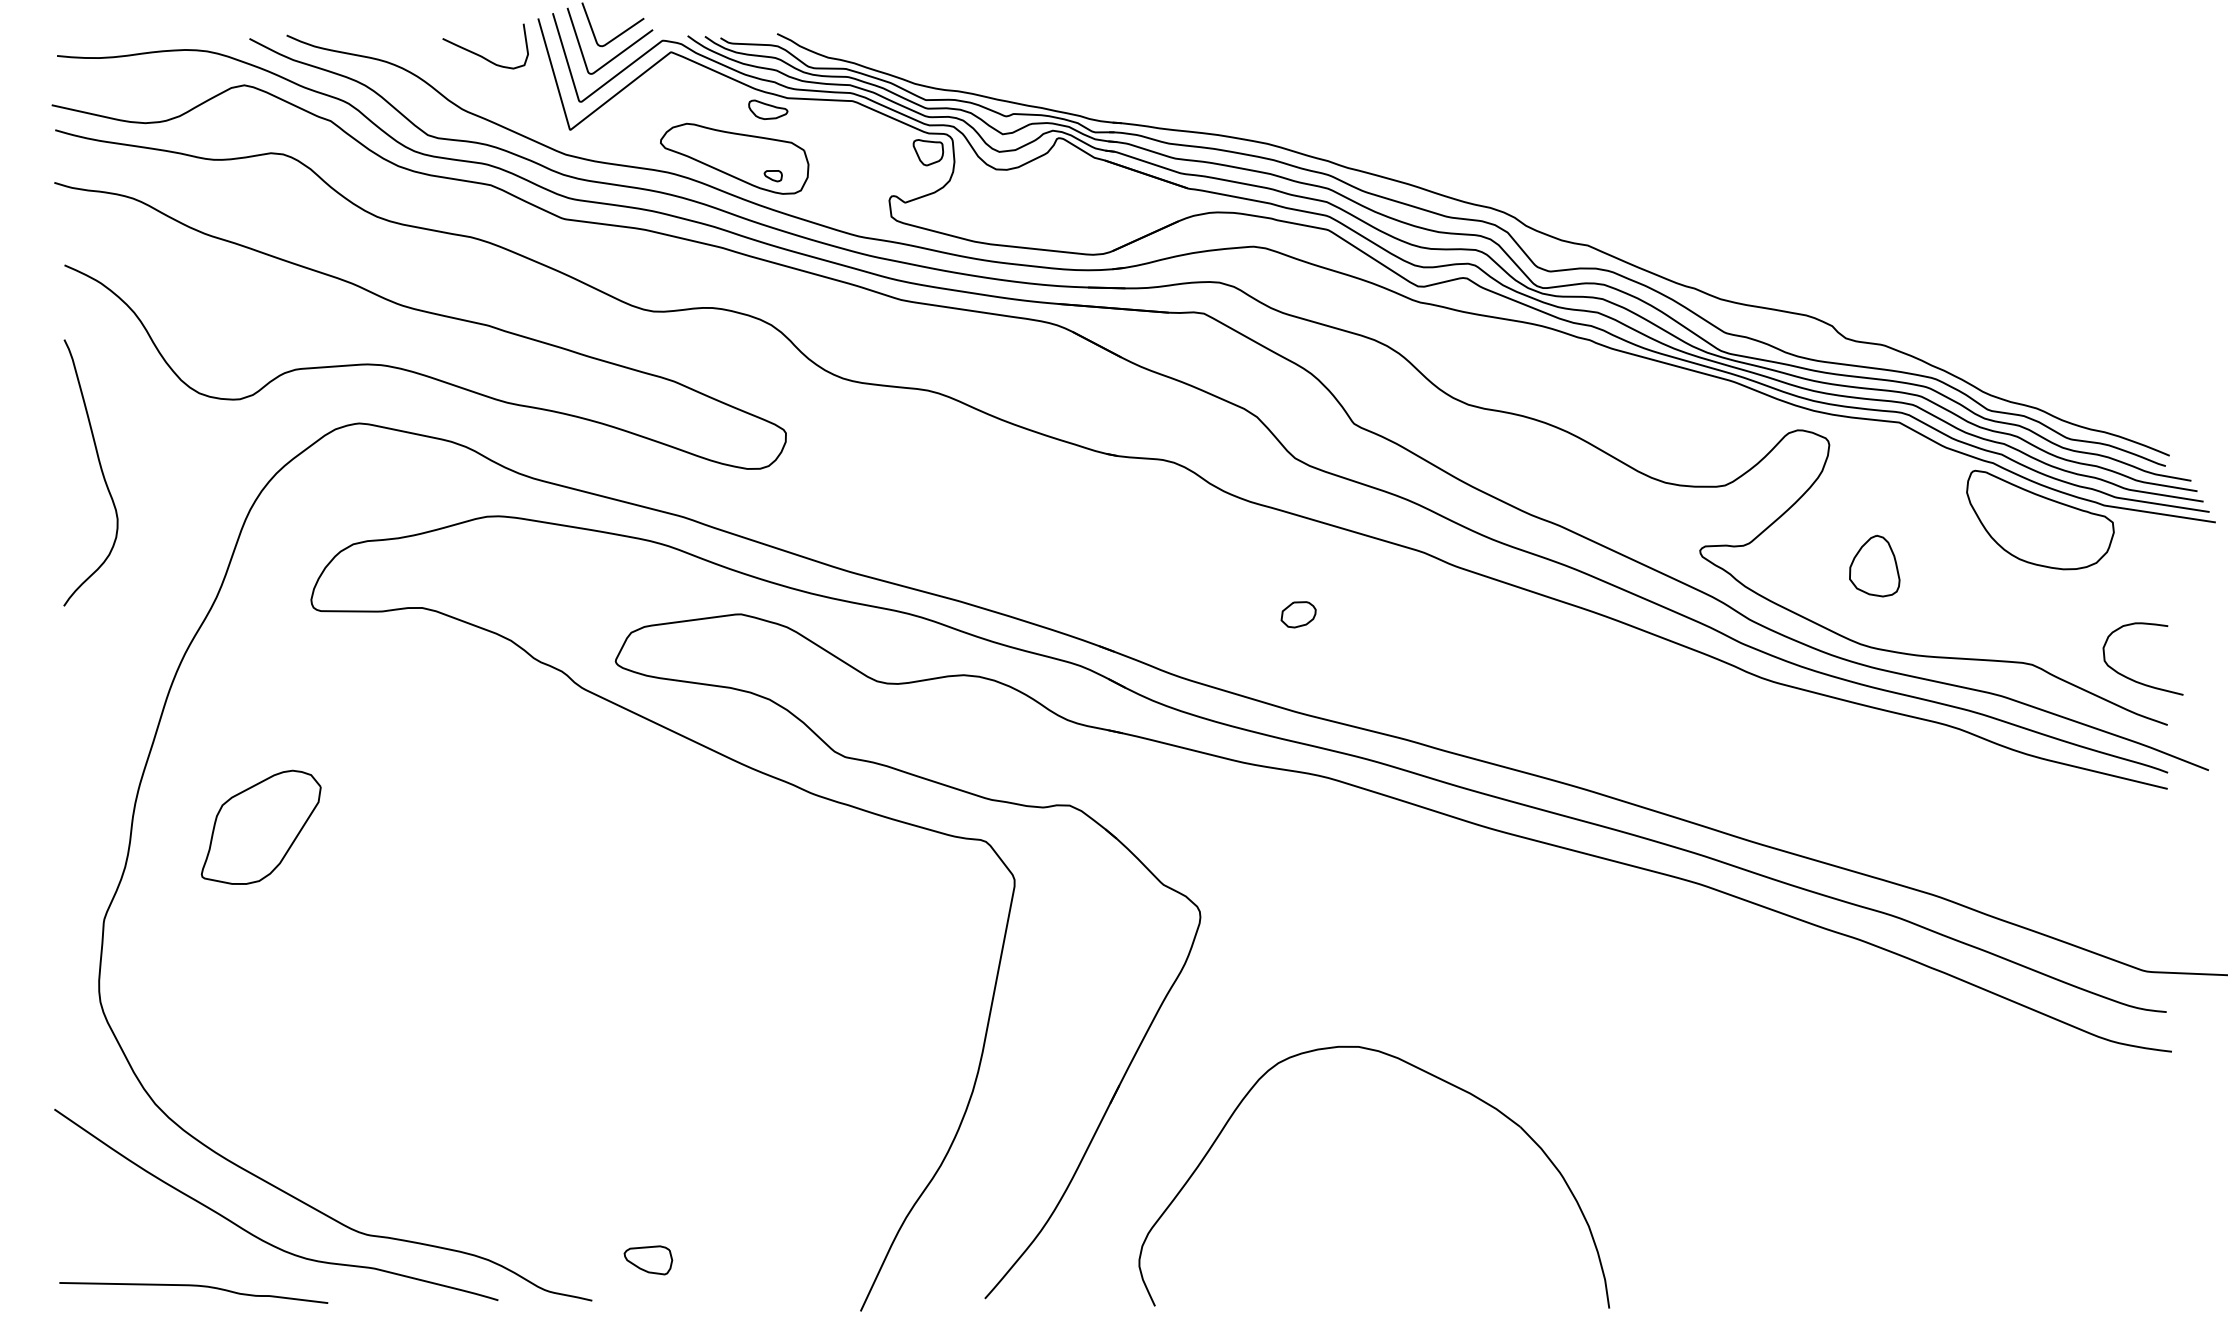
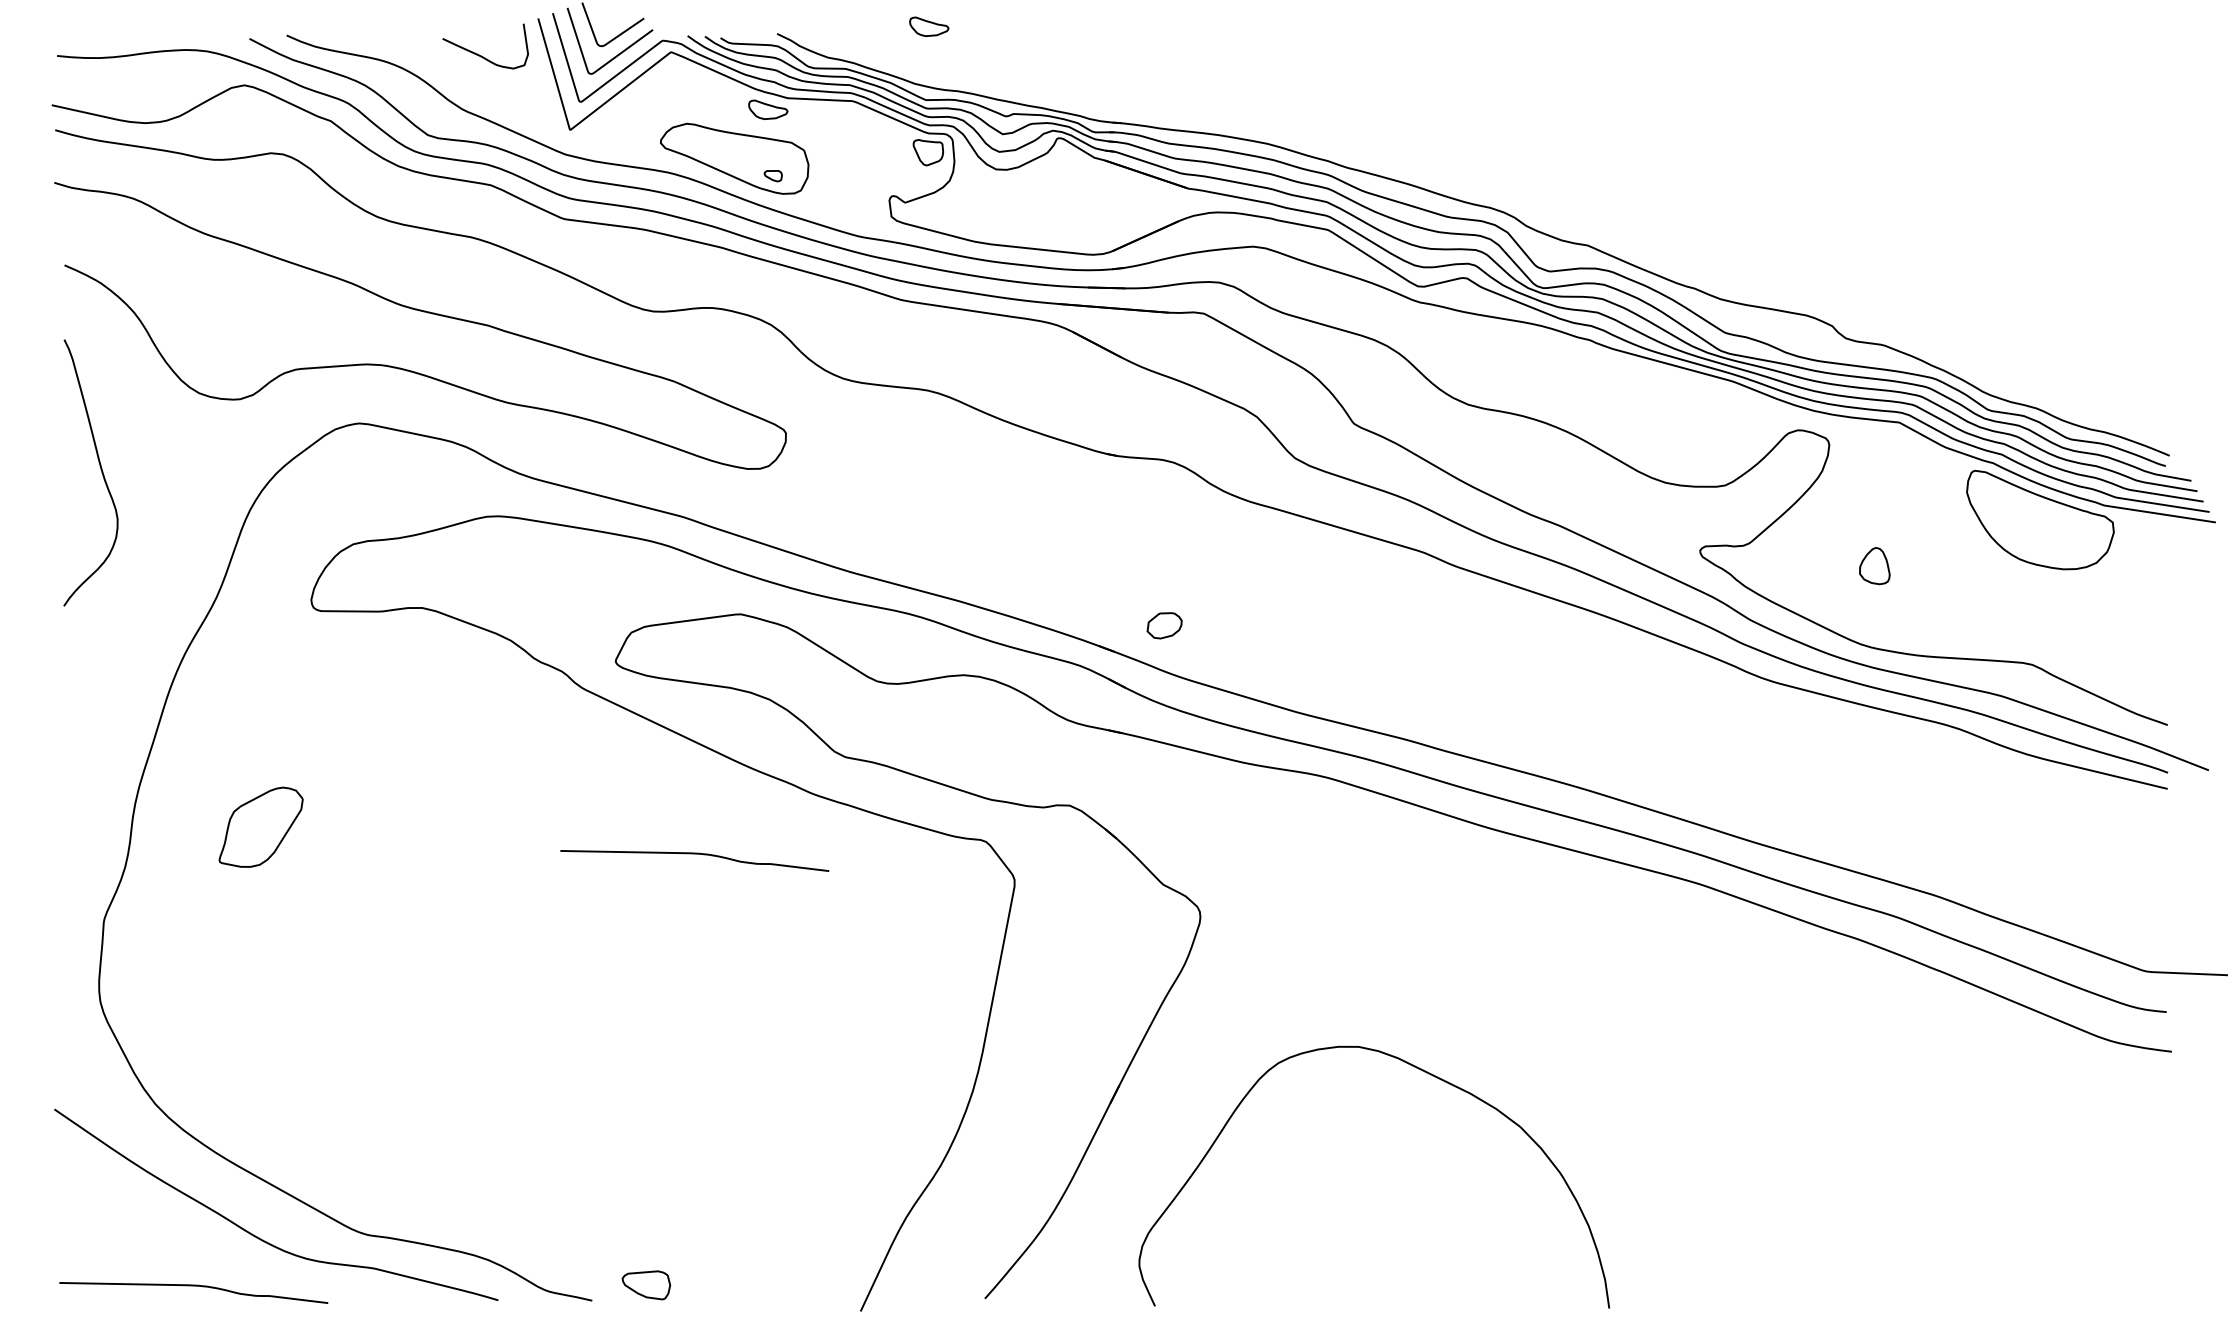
part at (929, 26): none -> present
part at (1874, 565) size: 52x64 px -> 32x39 px
part at (1298, 614) position: (1298, 614) -> (1164, 625)
curve at (2131, 678): present -> none
part at (260, 826) size: 122x116 px -> 86x82 px
curve at (694, 854): none -> present
part at (648, 1260) position: (648, 1260) -> (646, 1285)
